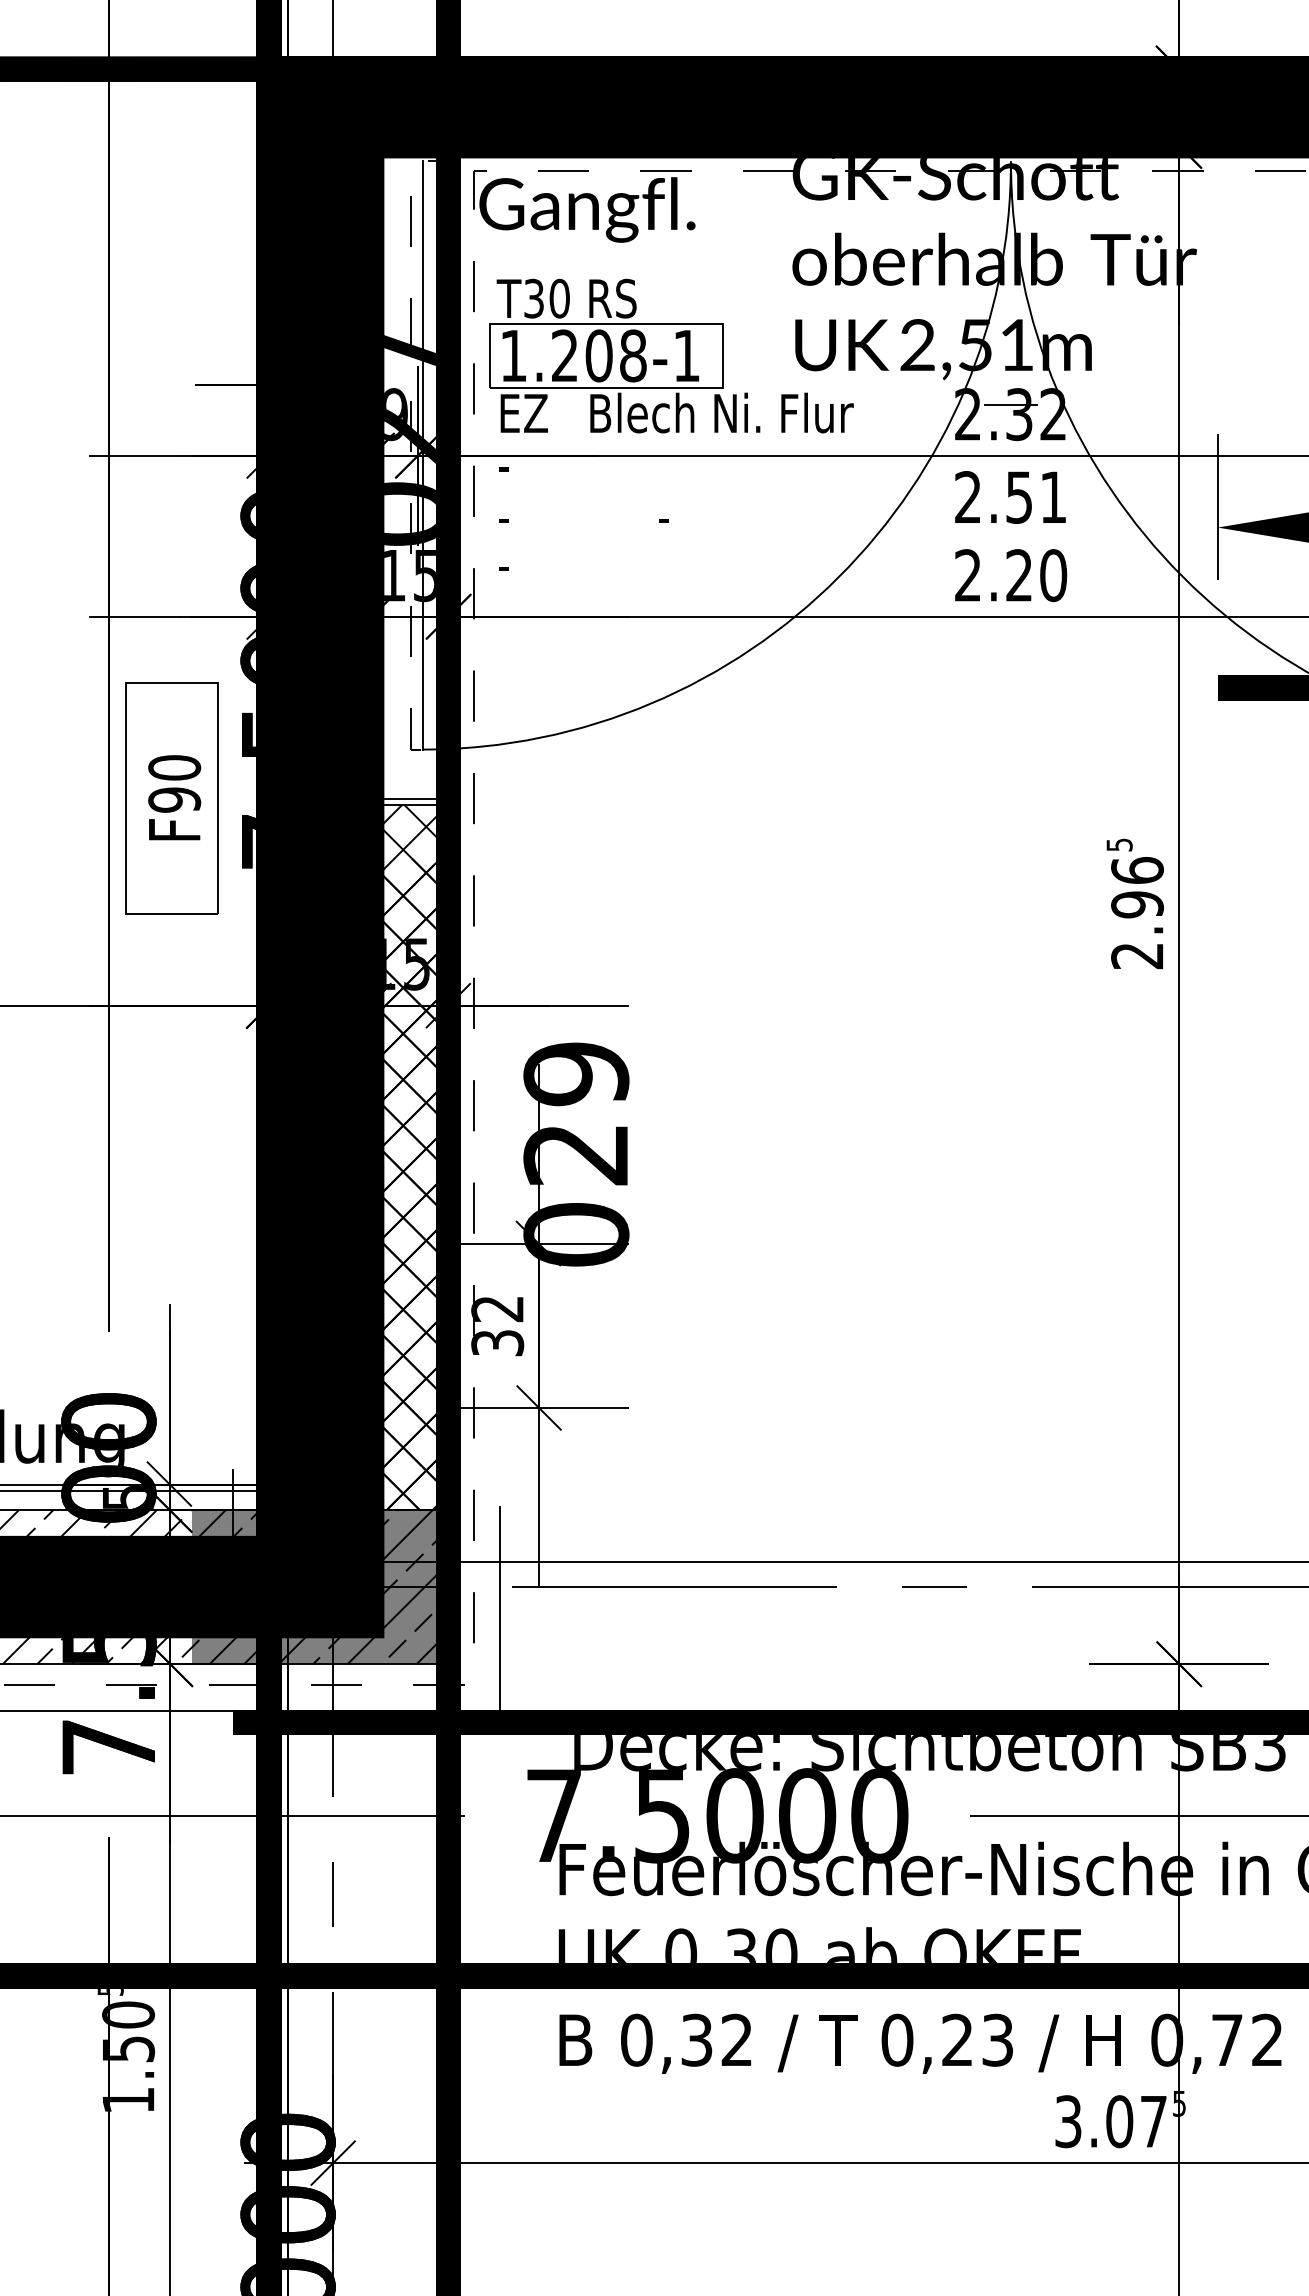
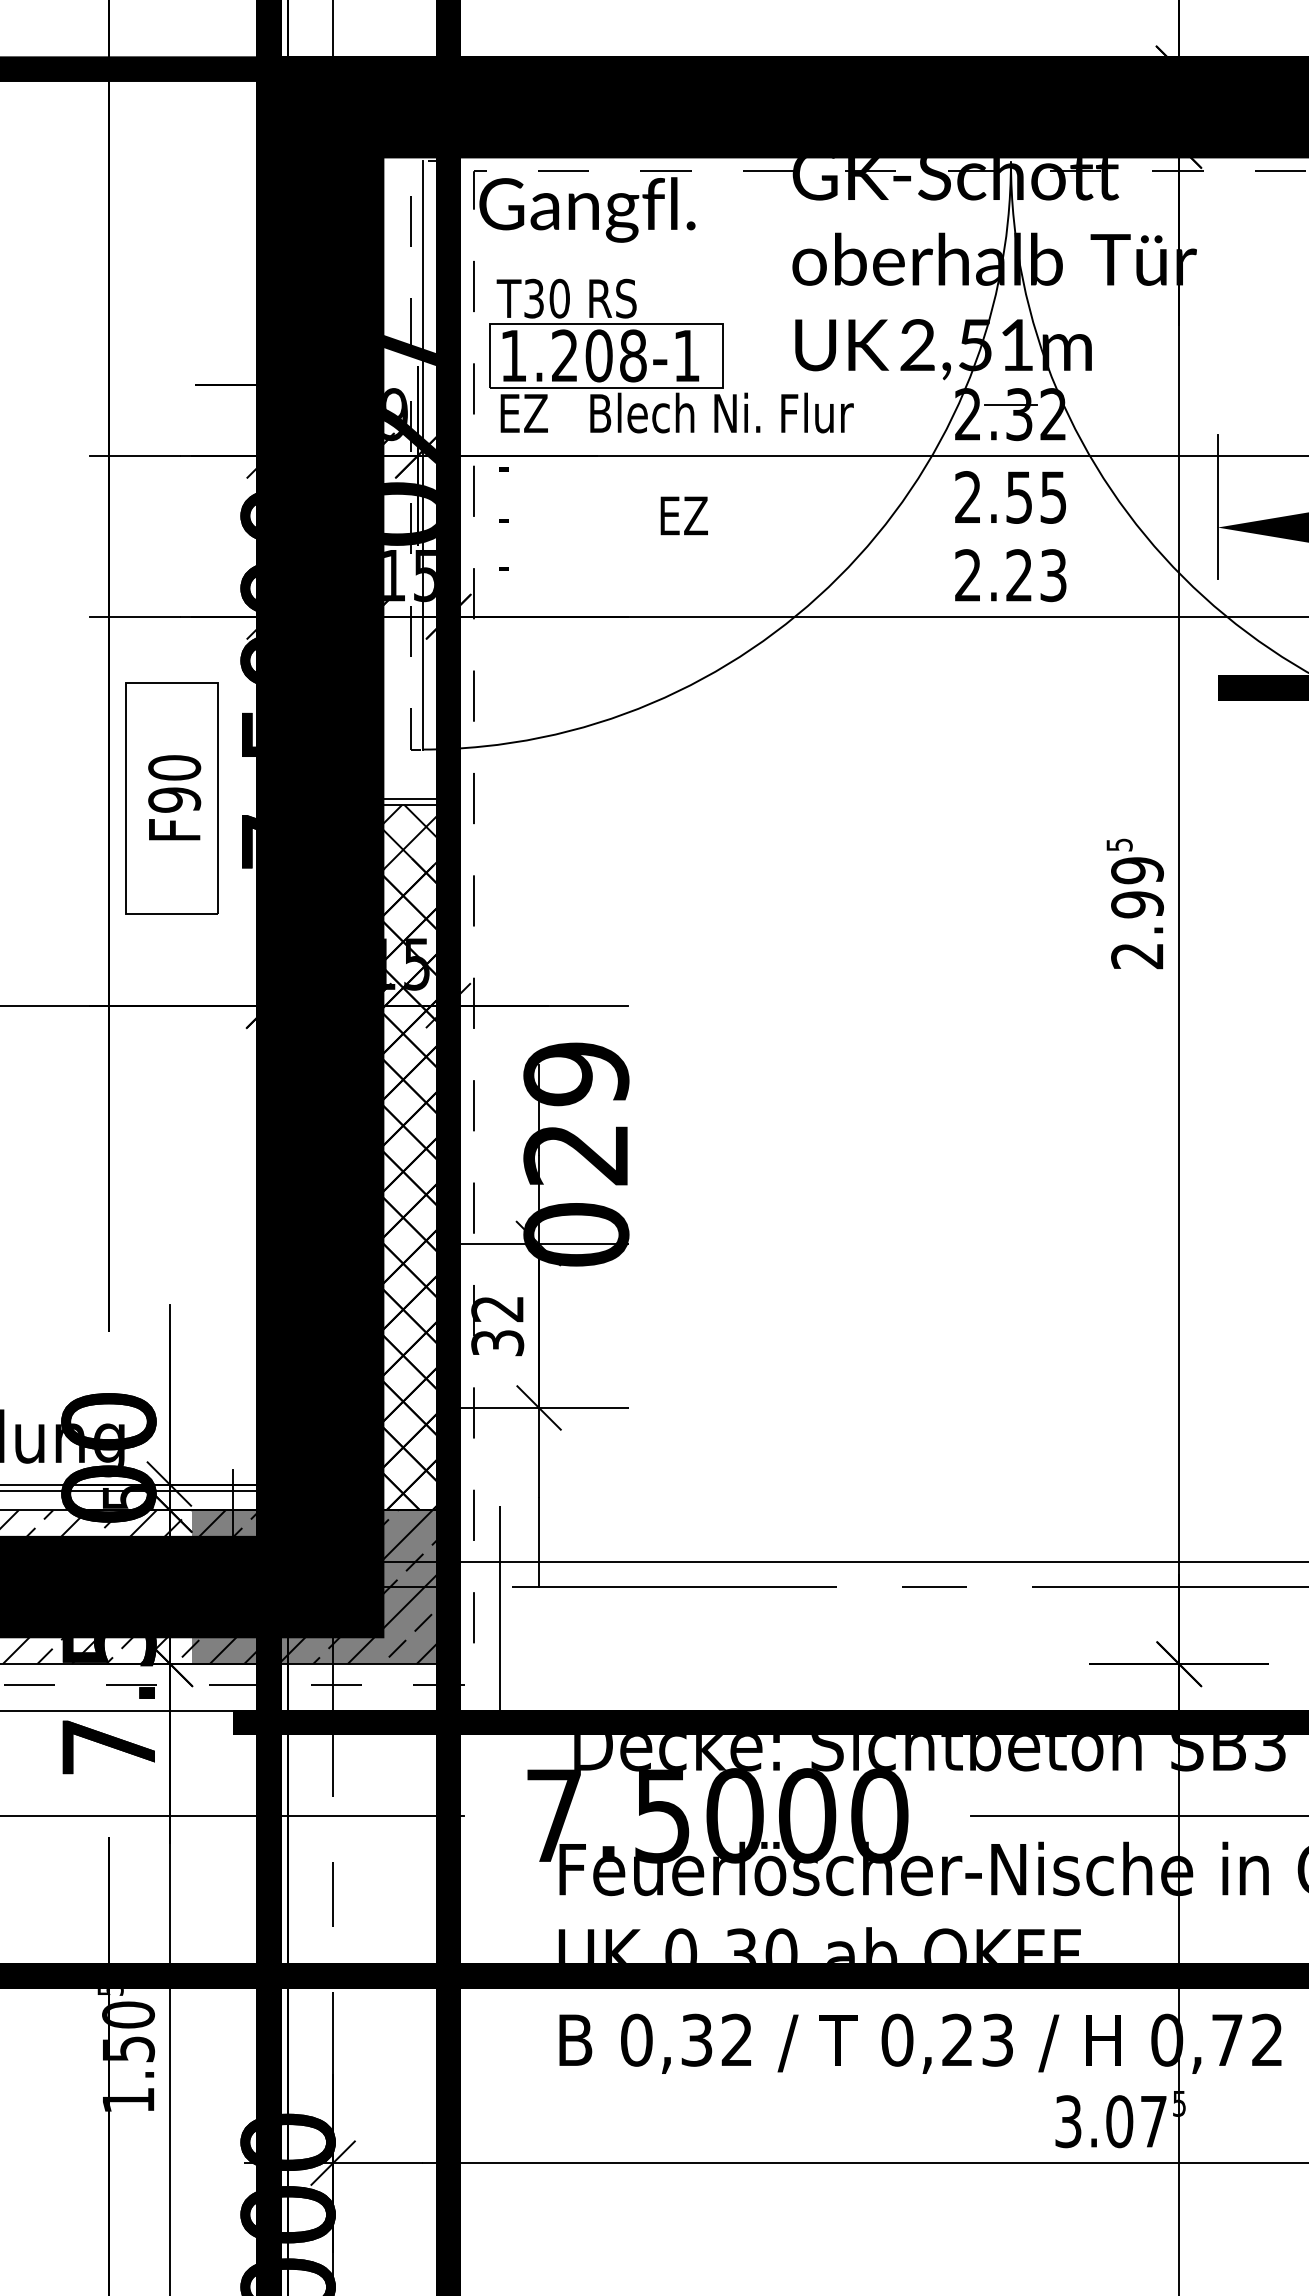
text at (1052, 497): 2.51 -> 2.55
text at (683, 515): - -> EZ
text at (1053, 575): 2.20 -> 2.23
text at (1137, 870): 2.96 -> 2.99
